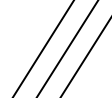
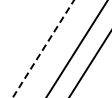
line at (67, 48) position: (67, 48) -> (77, 48)
line at (43, 49): solid -> dashed
line at (85, 57) position: (85, 57) -> (89, 64)
